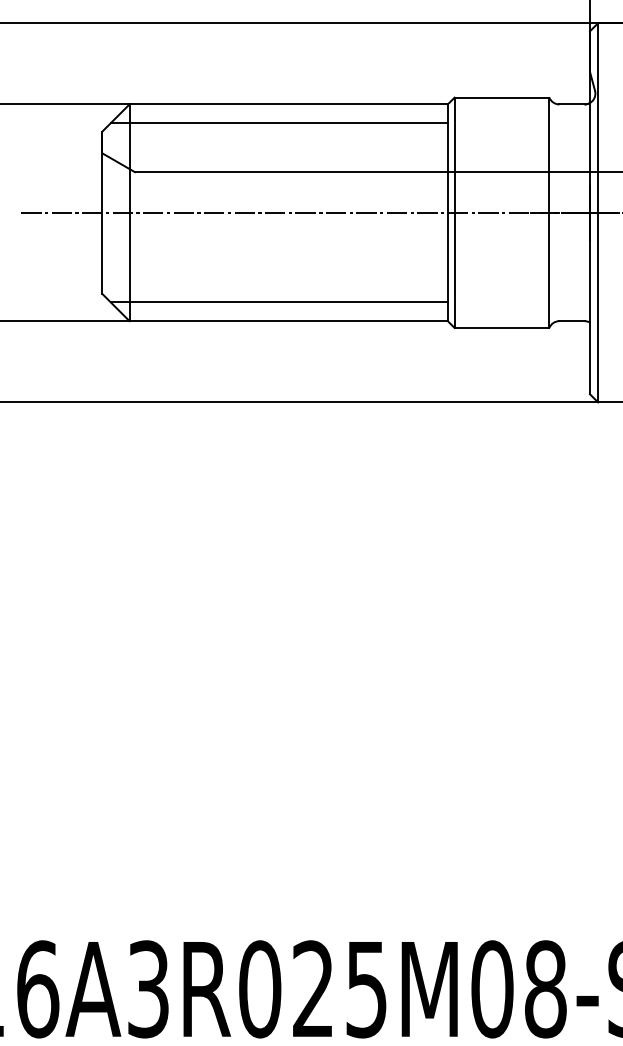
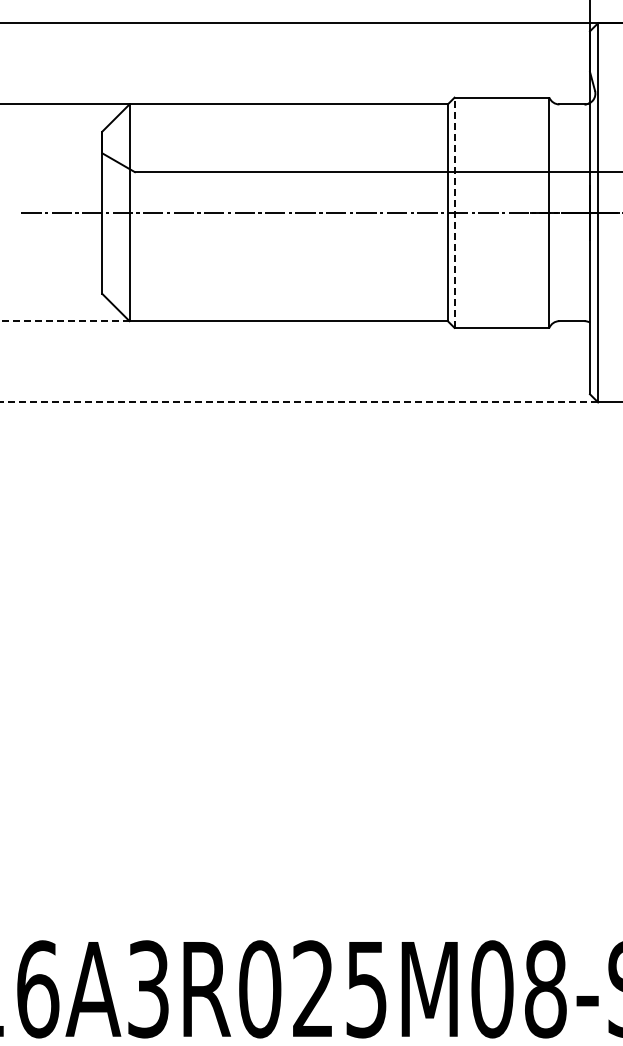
line at (278, 123): present -> none
line at (454, 212): solid -> dashed
line at (278, 302): present -> none
line at (64, 321): solid -> dashed
line at (299, 402): solid -> dashed
